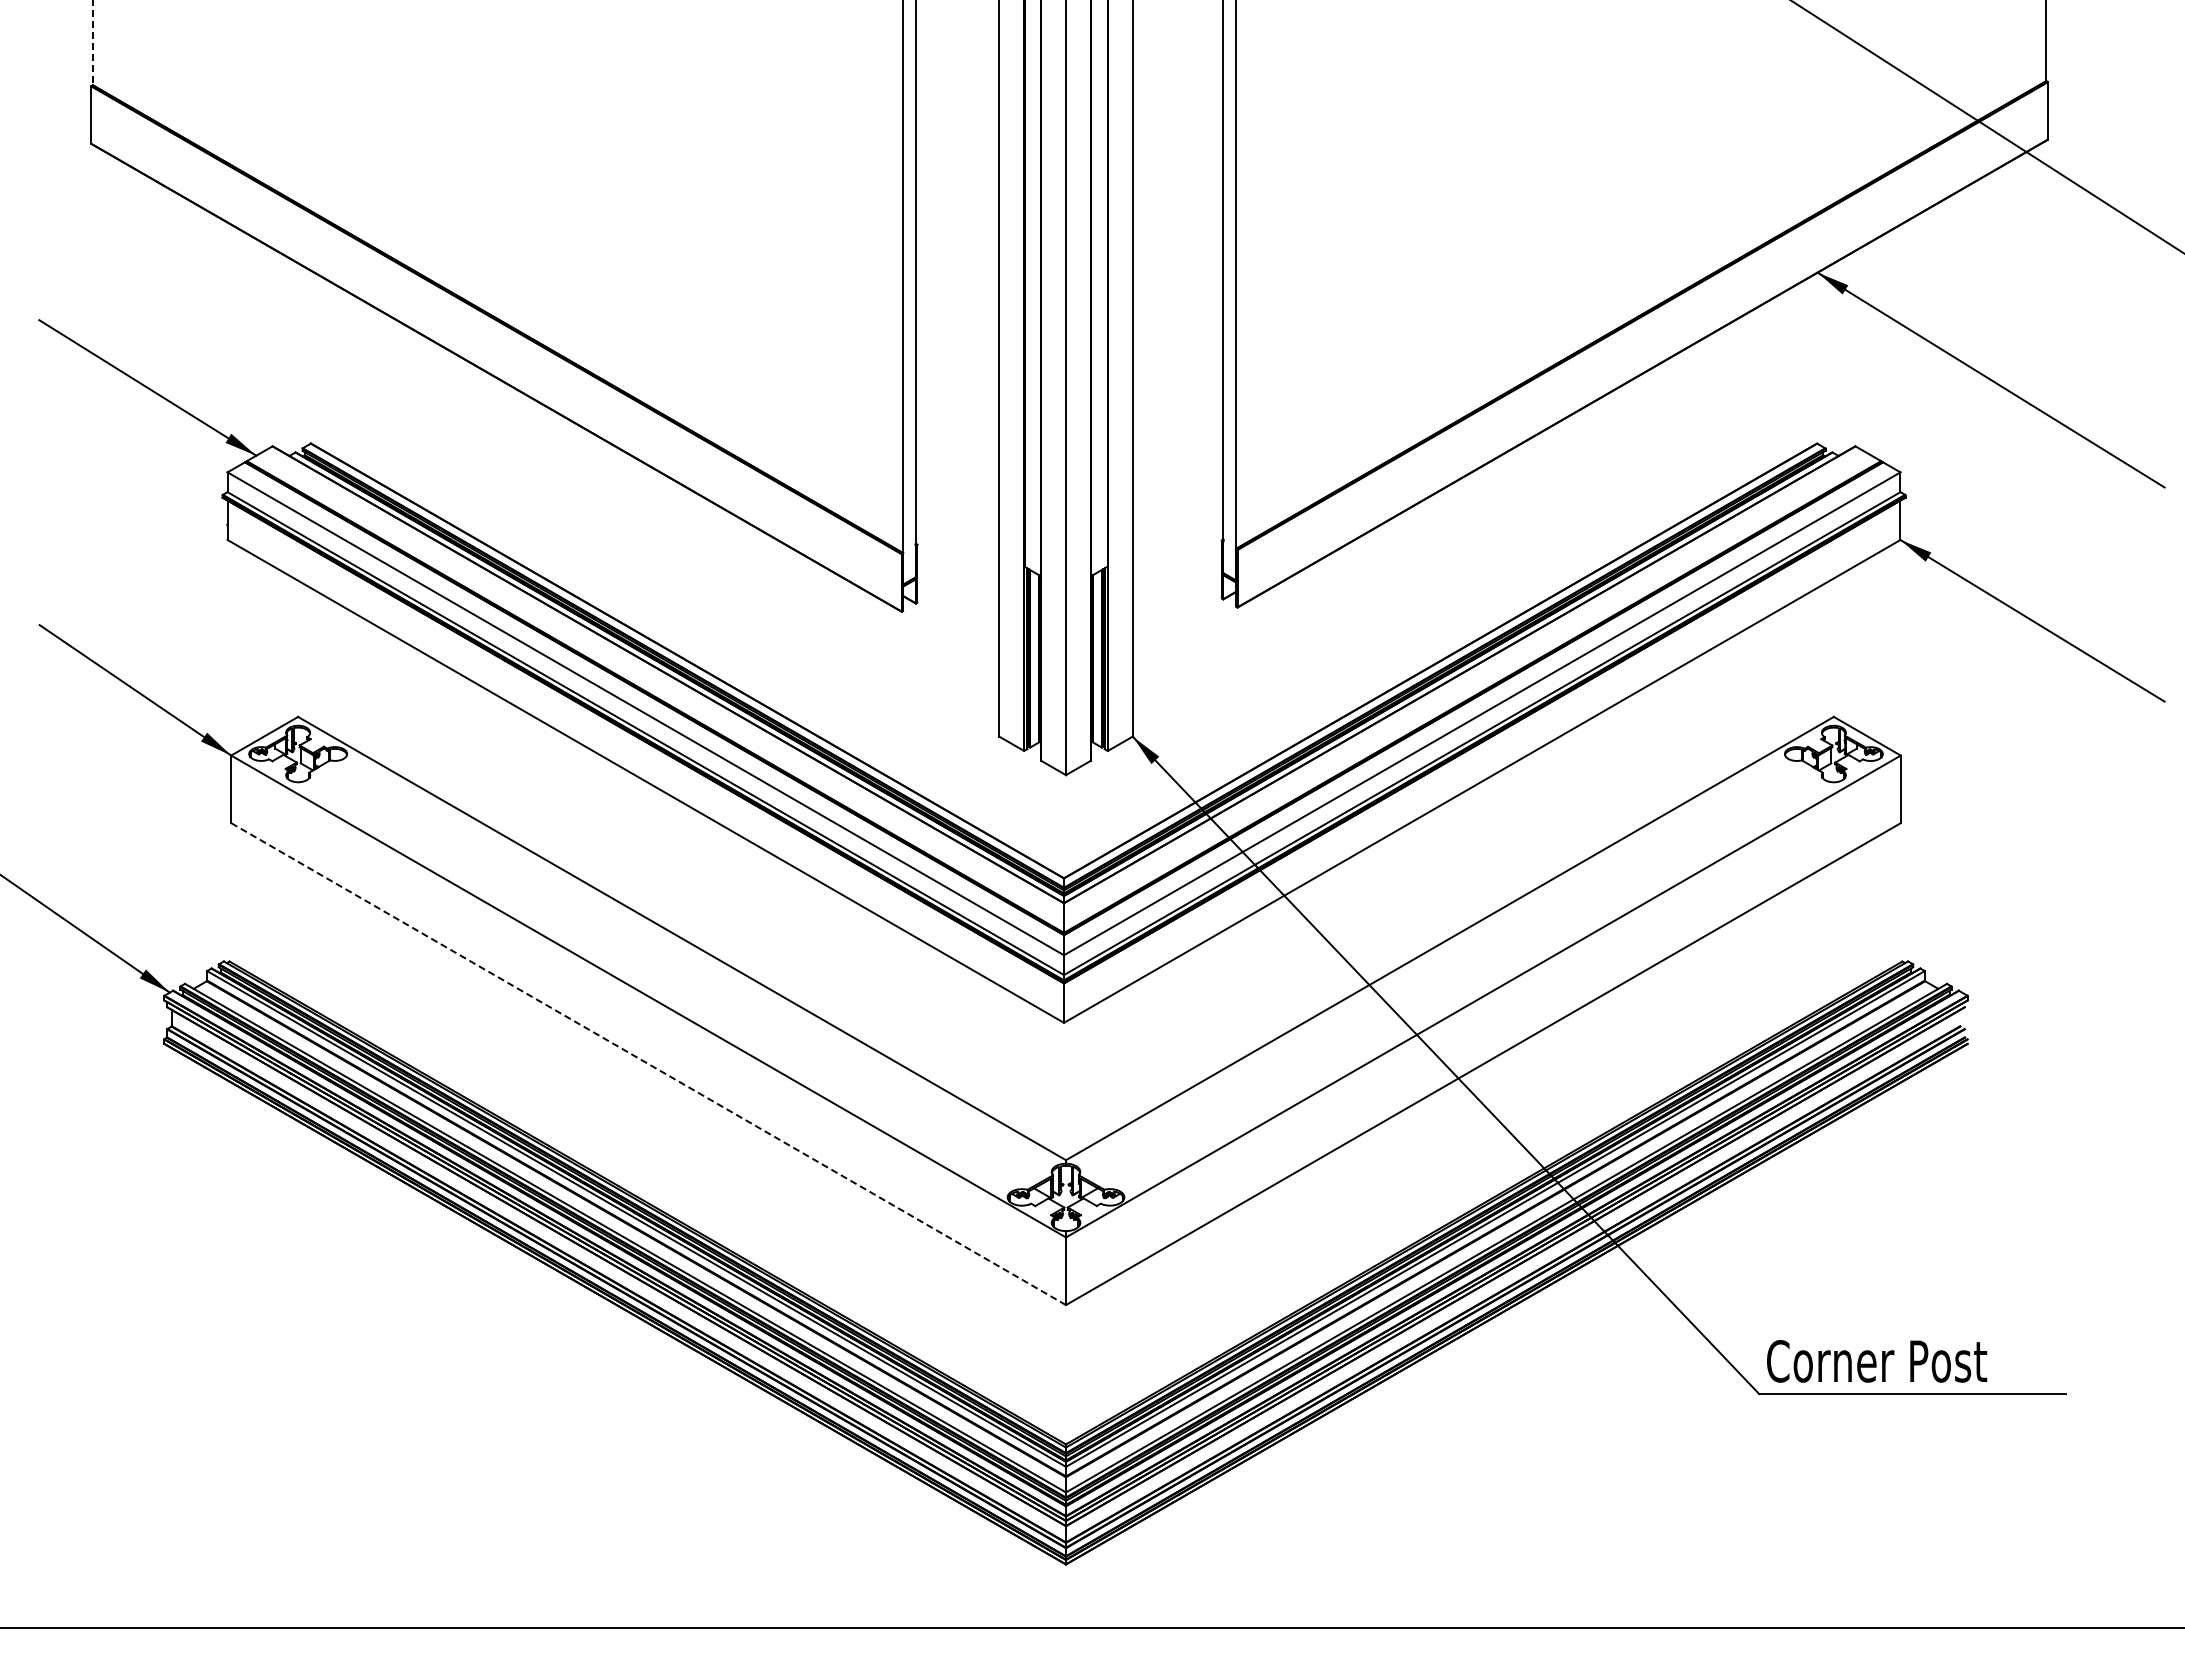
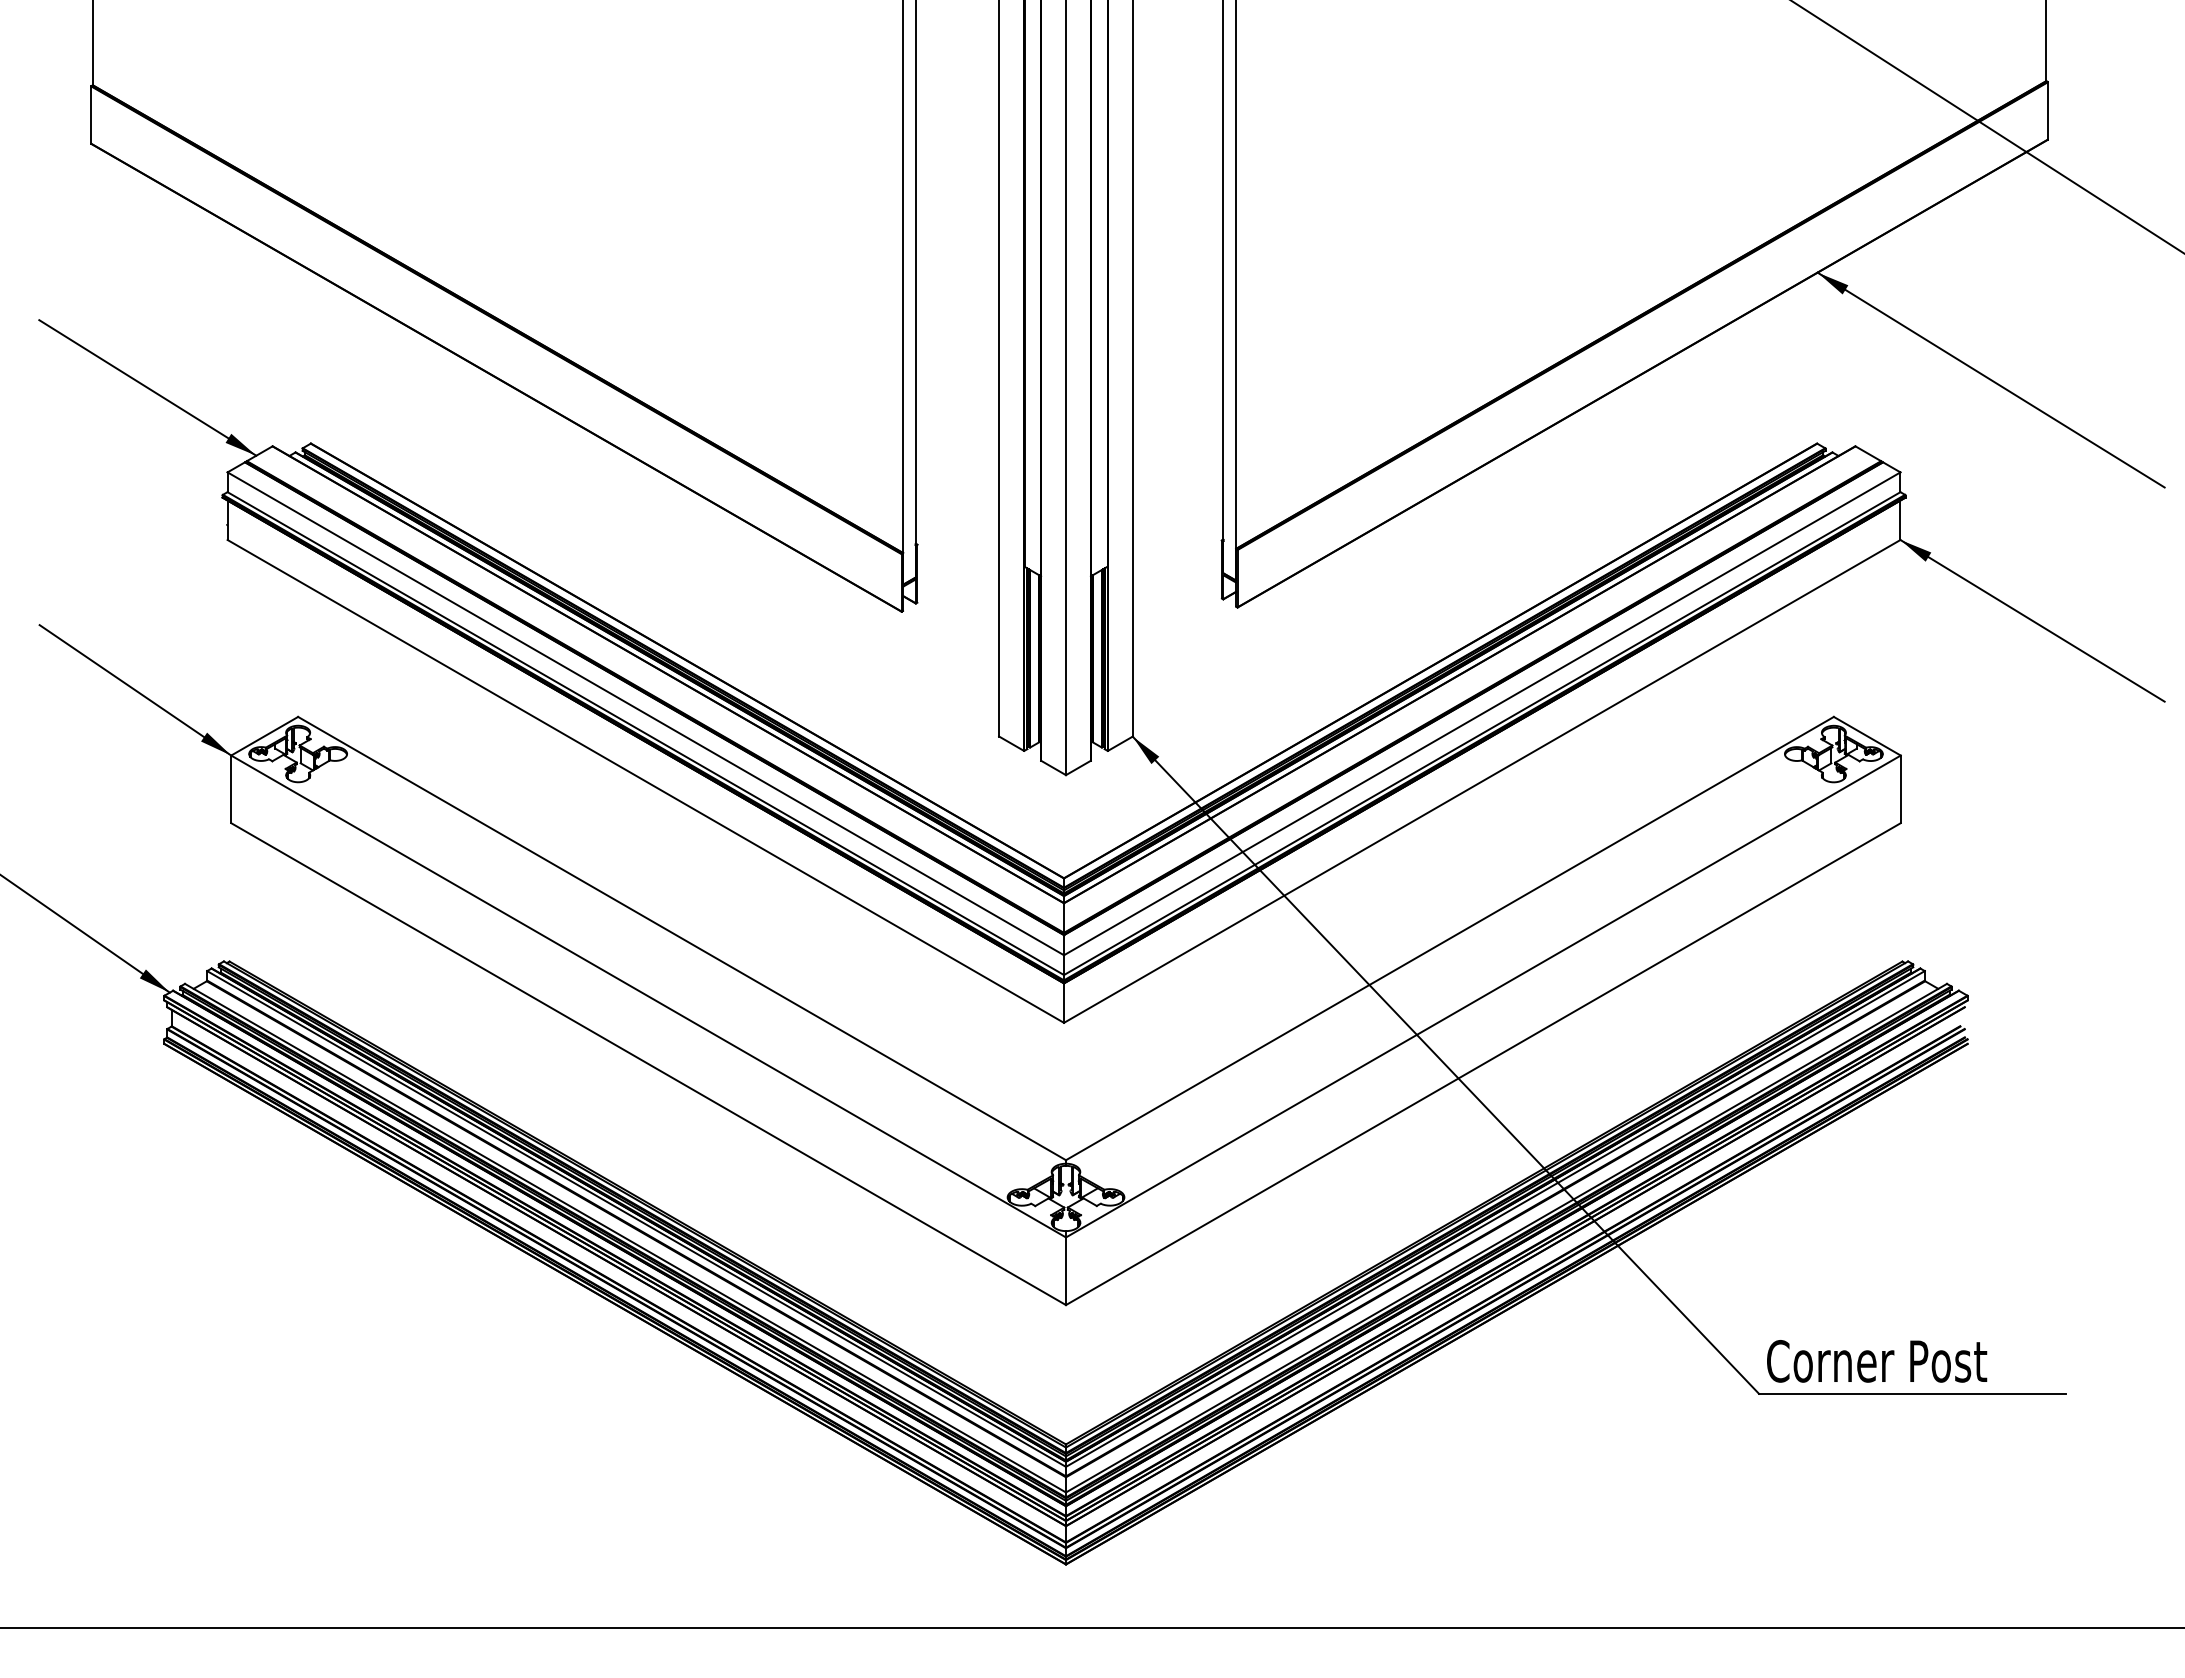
line at (93, 43): dashed -> solid
line at (648, 1064): dashed -> solid
